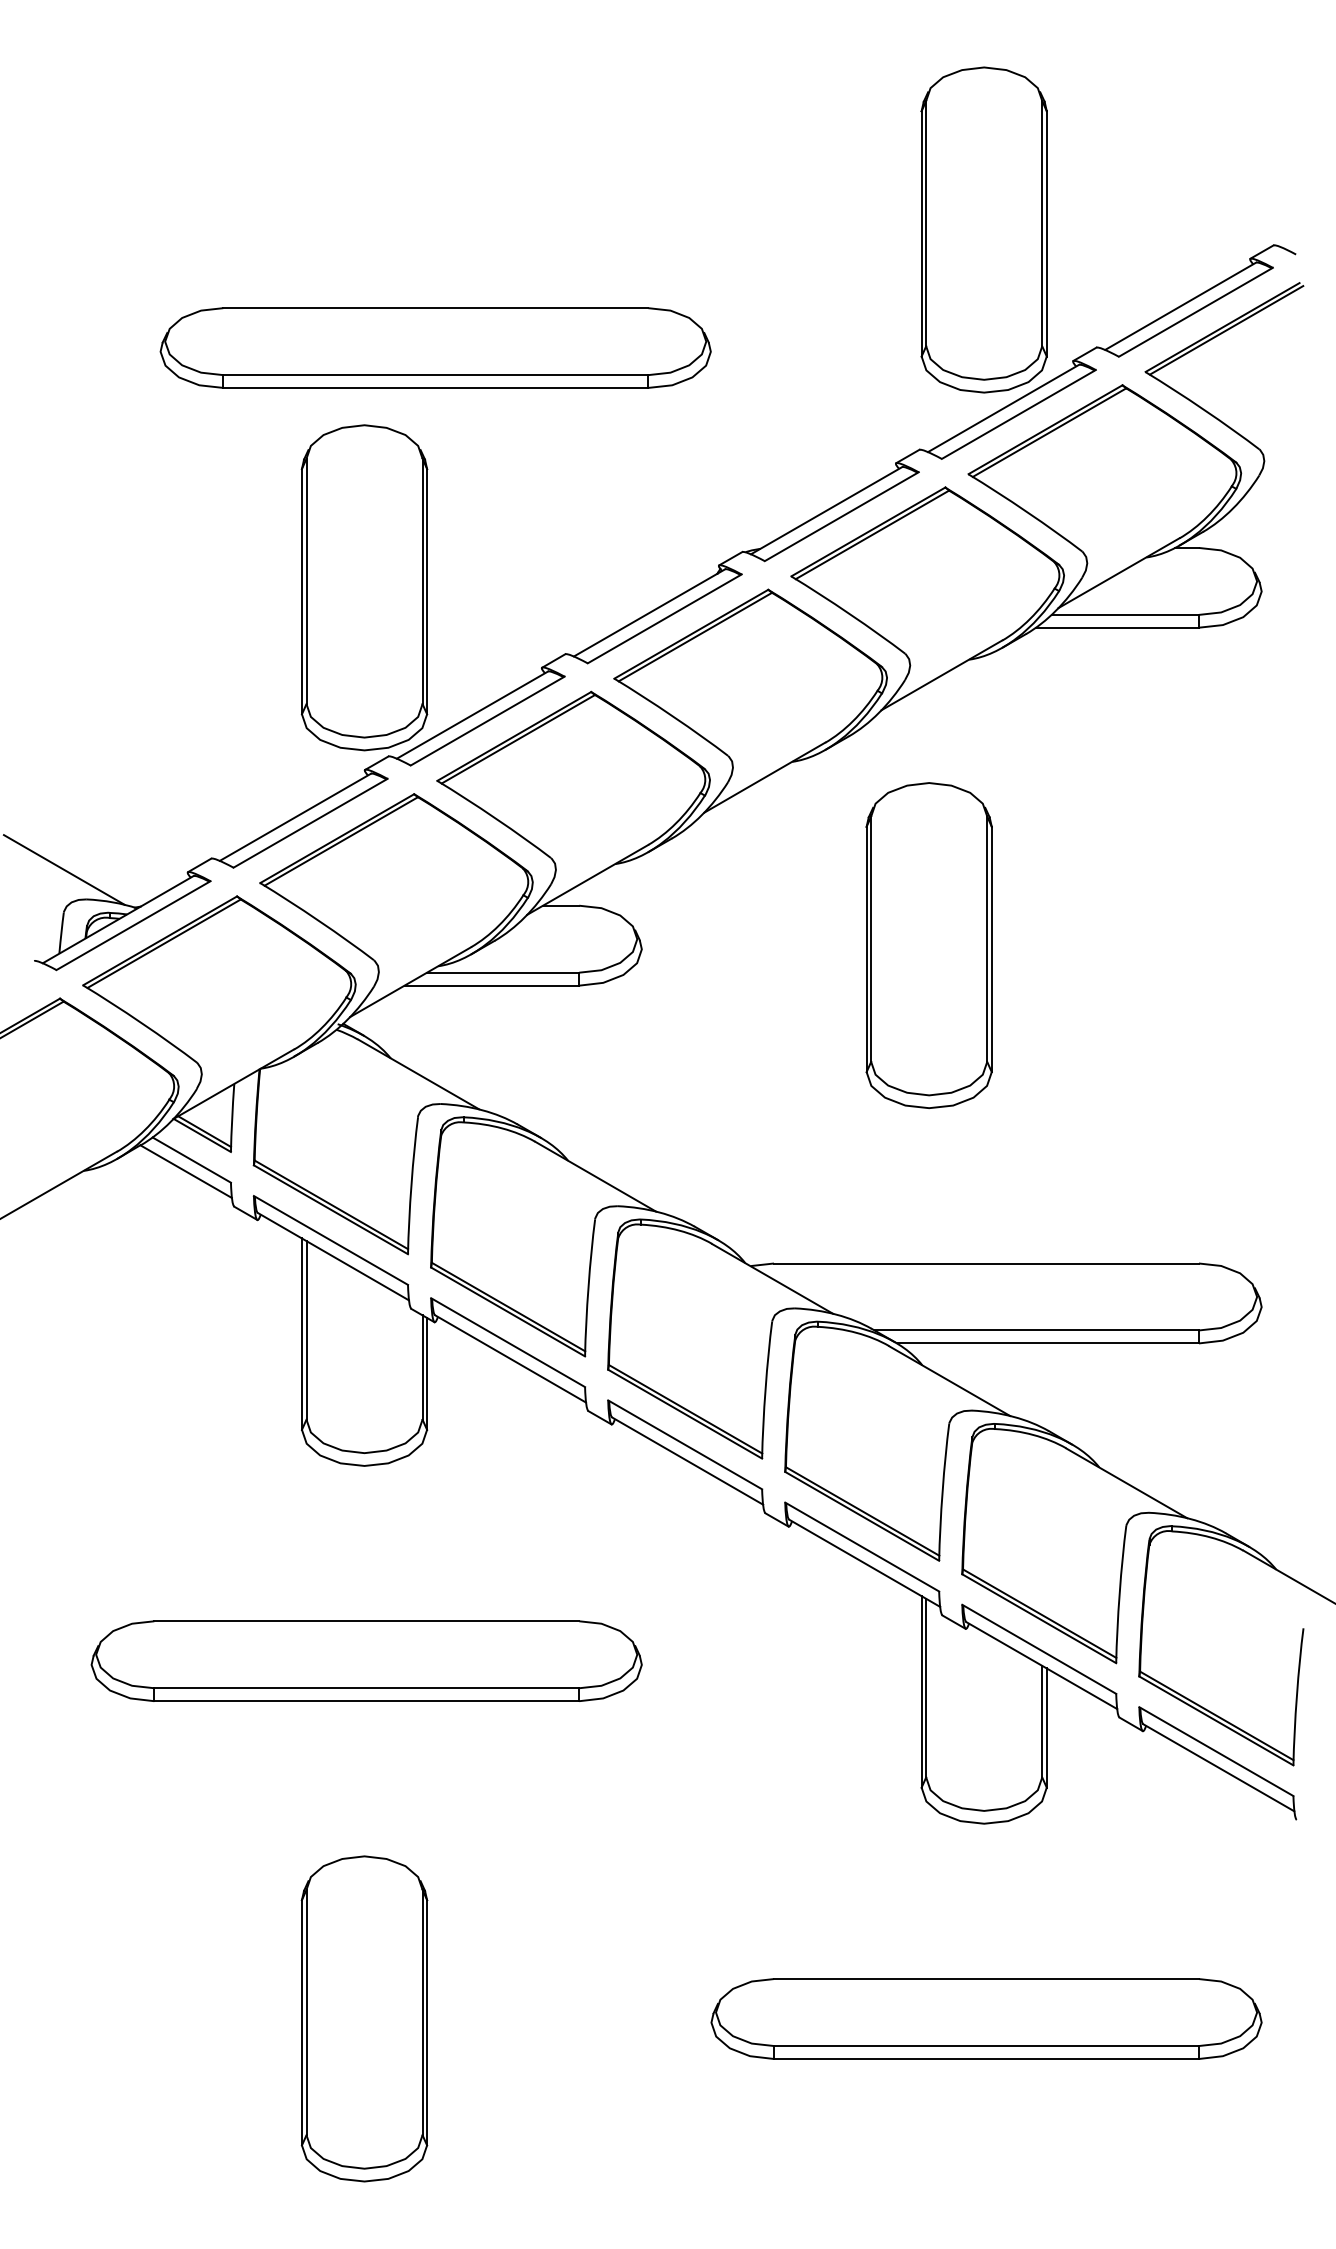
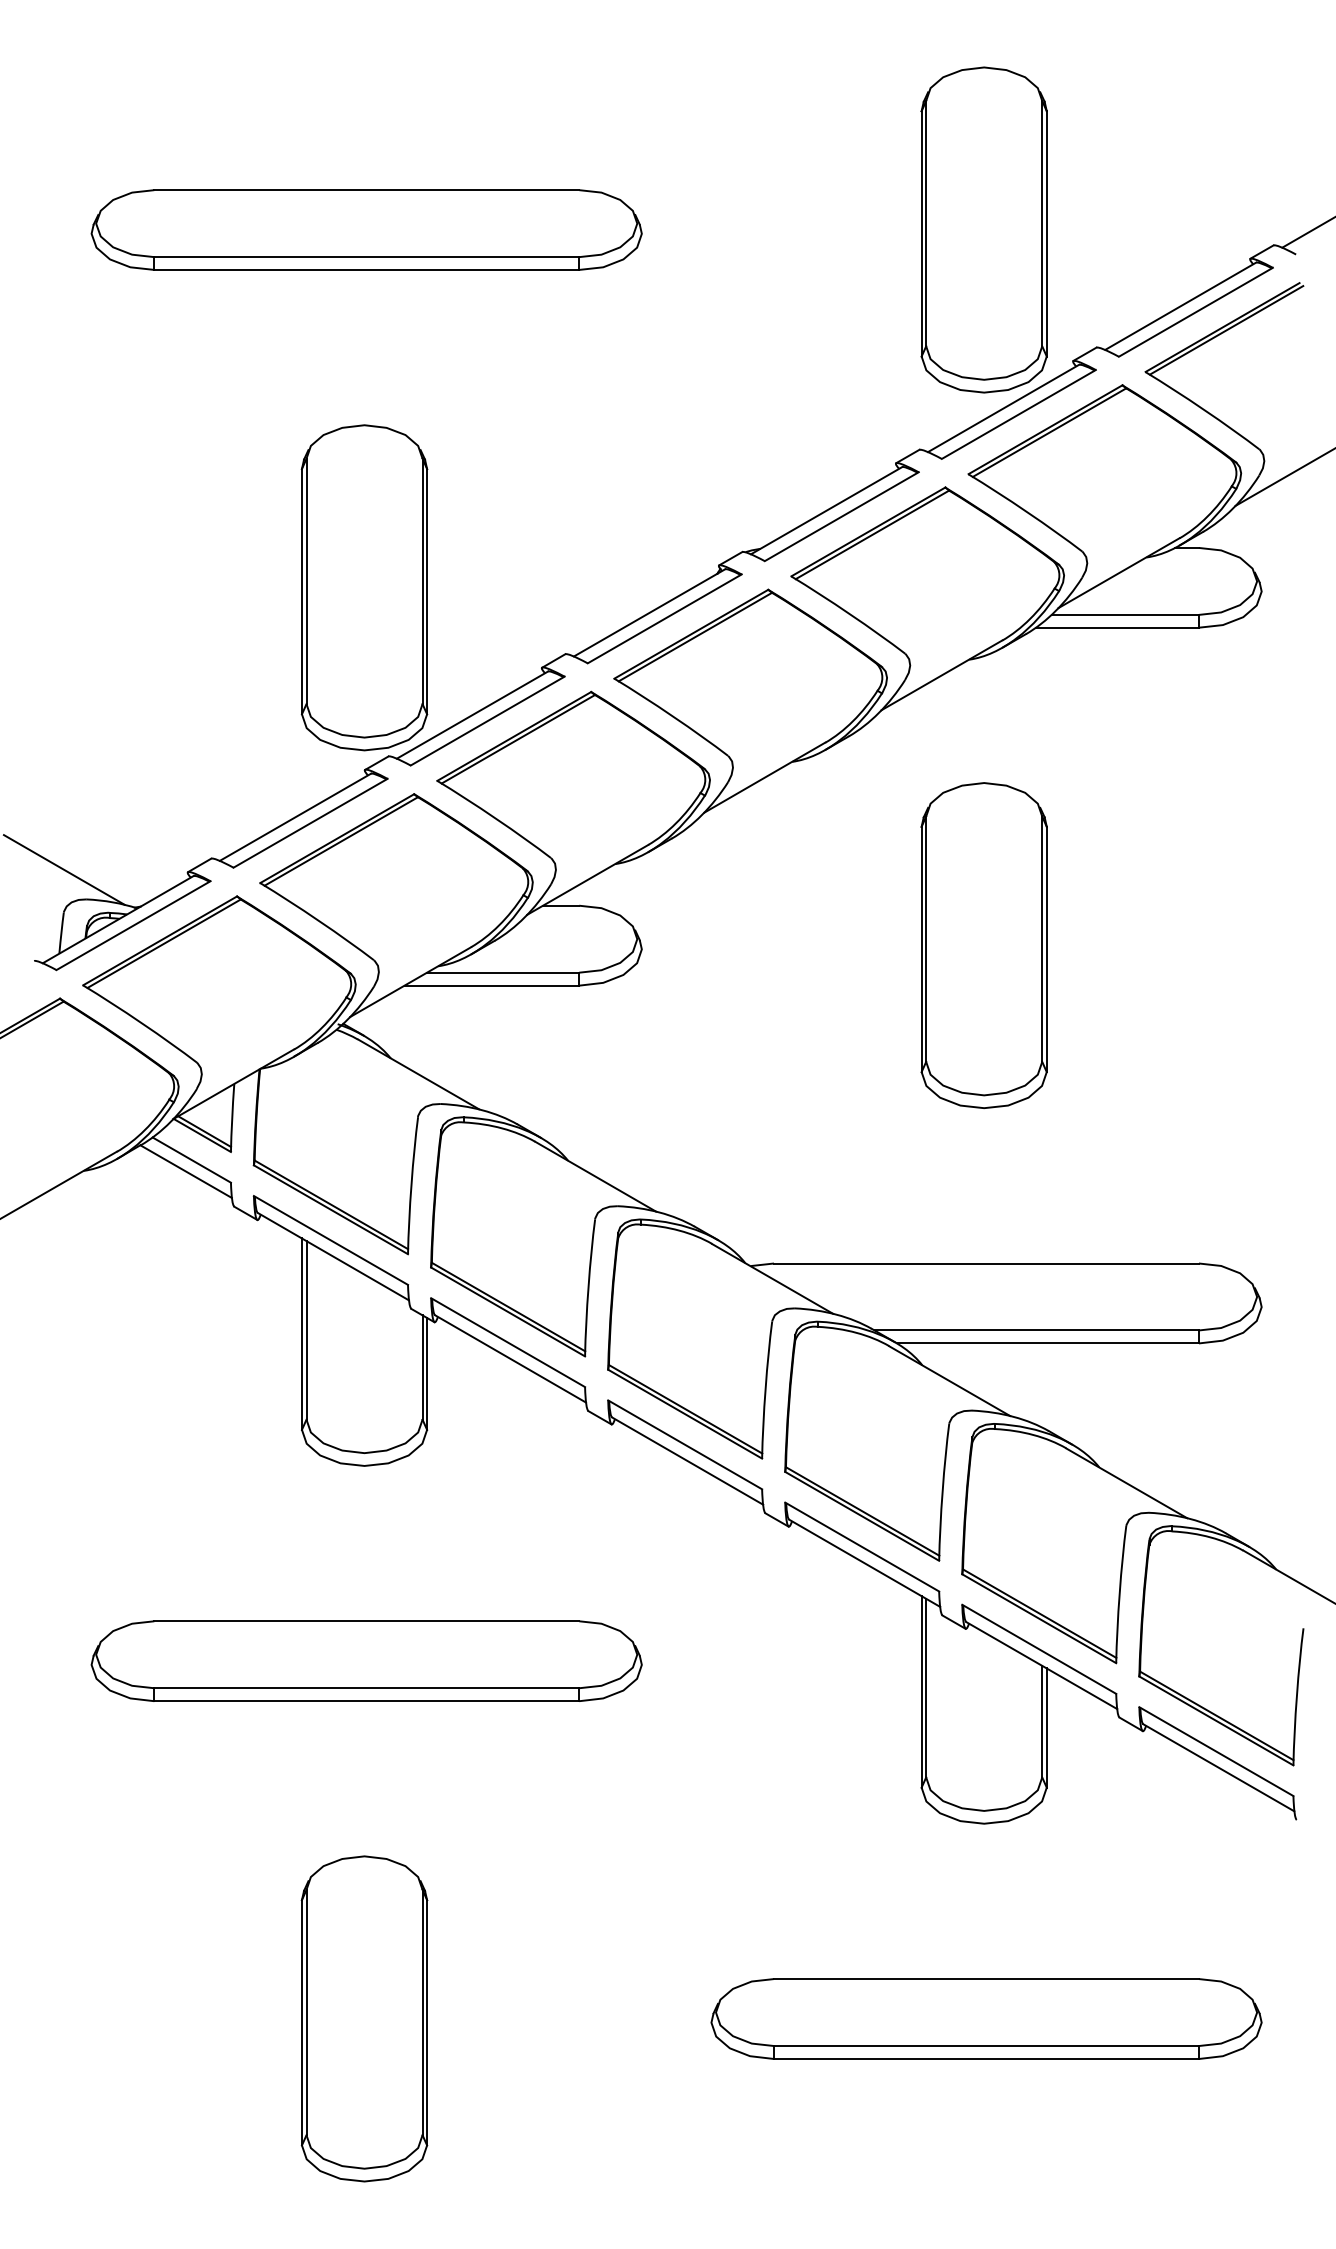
line at (1307, 232): none -> present
part at (435, 347) position: (435, 347) -> (366, 229)
line at (1283, 477): none -> present
part at (928, 945) position: (928, 945) -> (983, 945)
